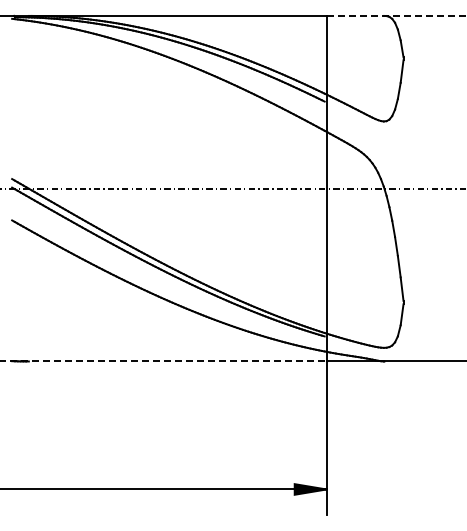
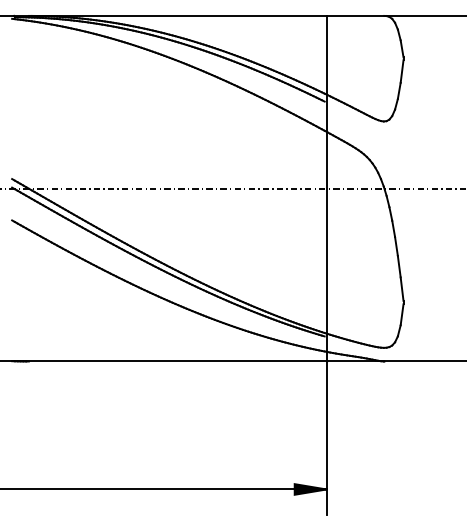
line at (396, 15): dashed -> solid
line at (163, 361): dashed -> solid
